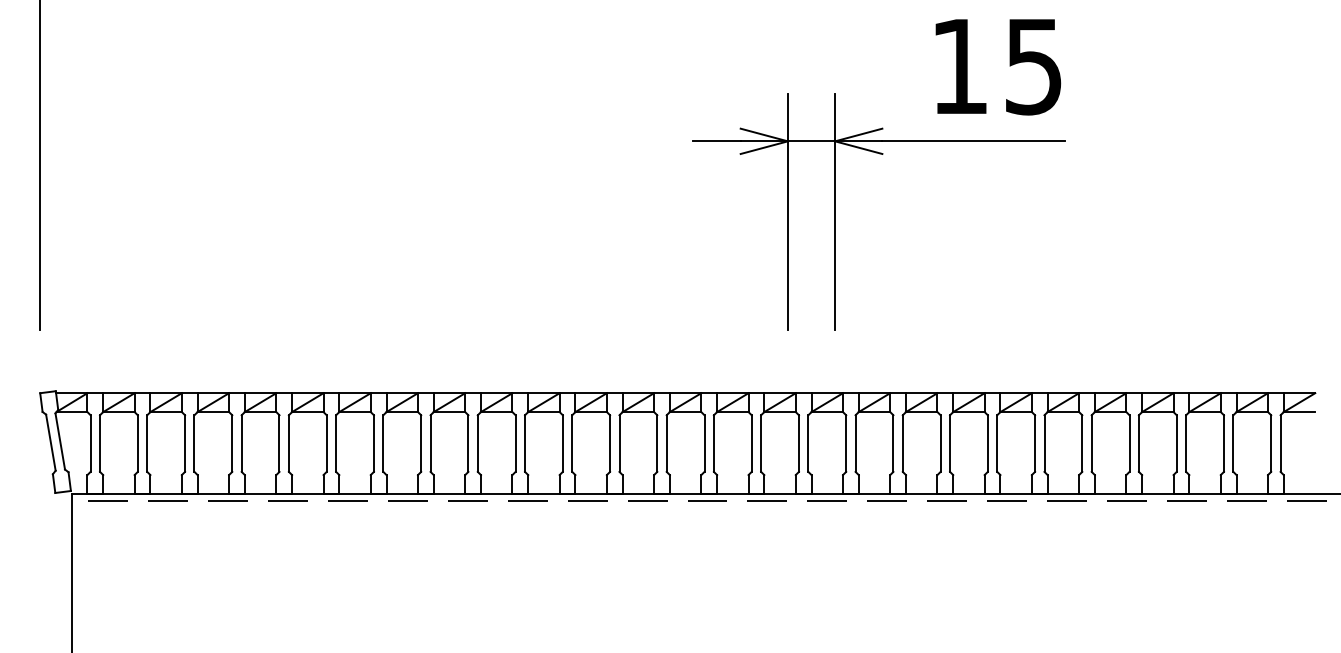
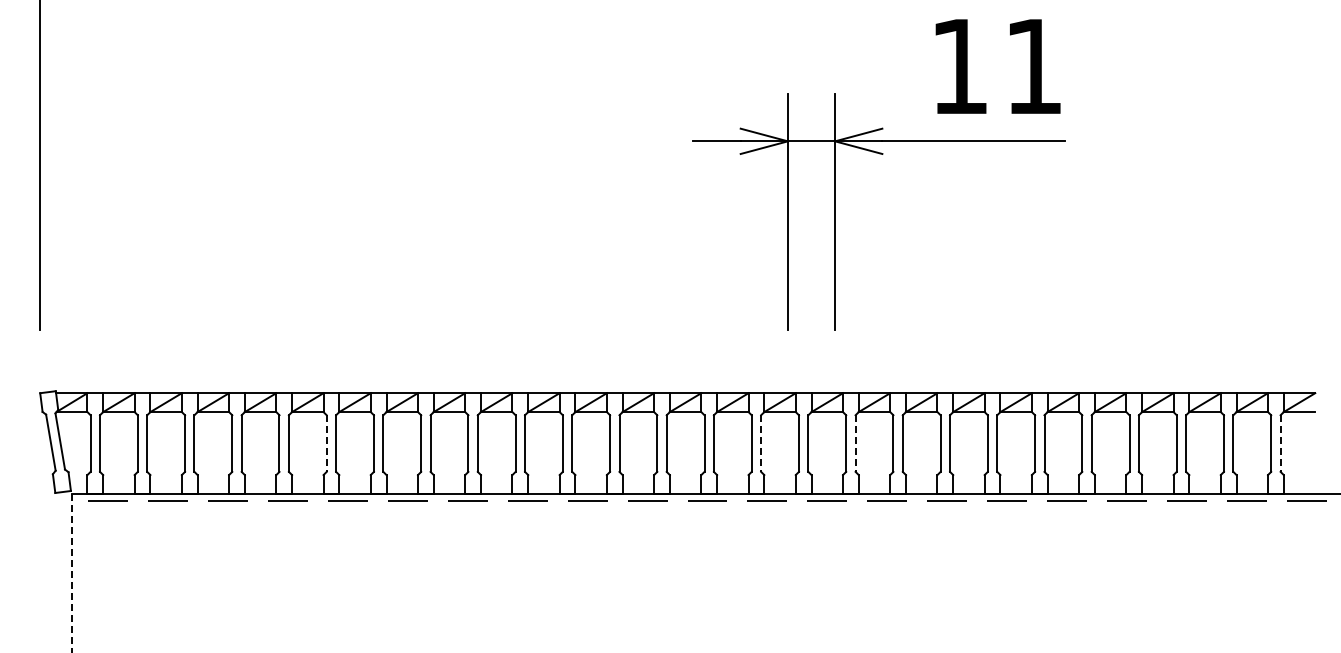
text at (1033, 67): 15 -> 11
line at (326, 444): solid -> dashed
line at (761, 444): solid -> dashed
line at (855, 444): solid -> dashed
line at (1280, 444): solid -> dashed
line at (71, 573): solid -> dashed
